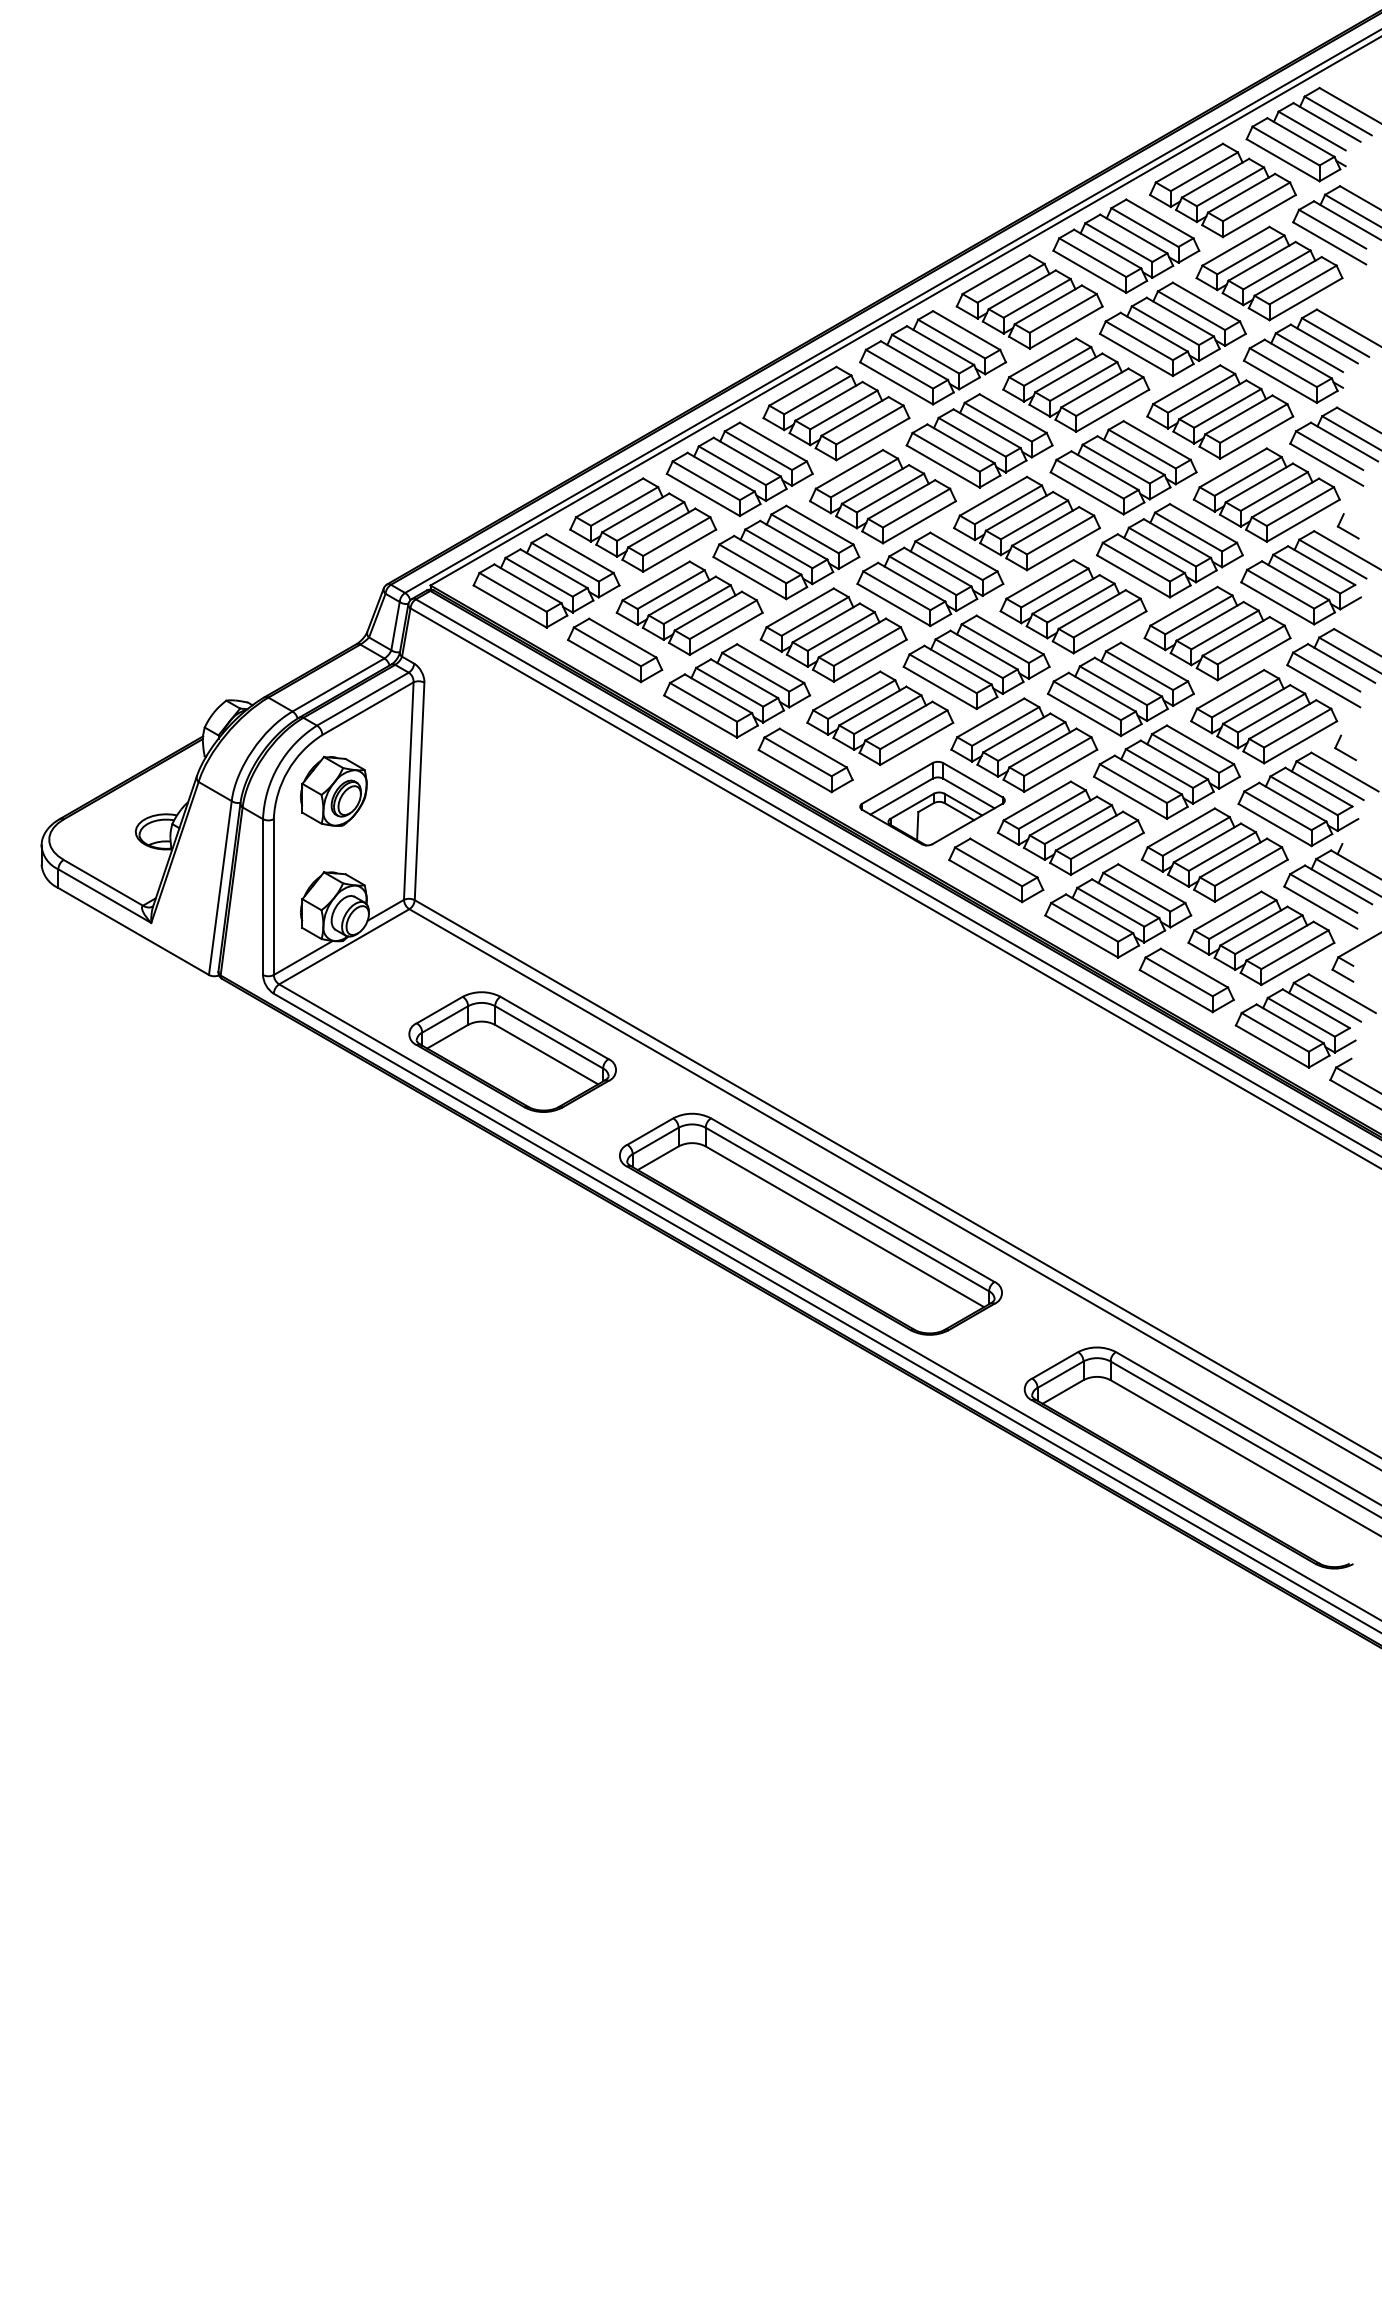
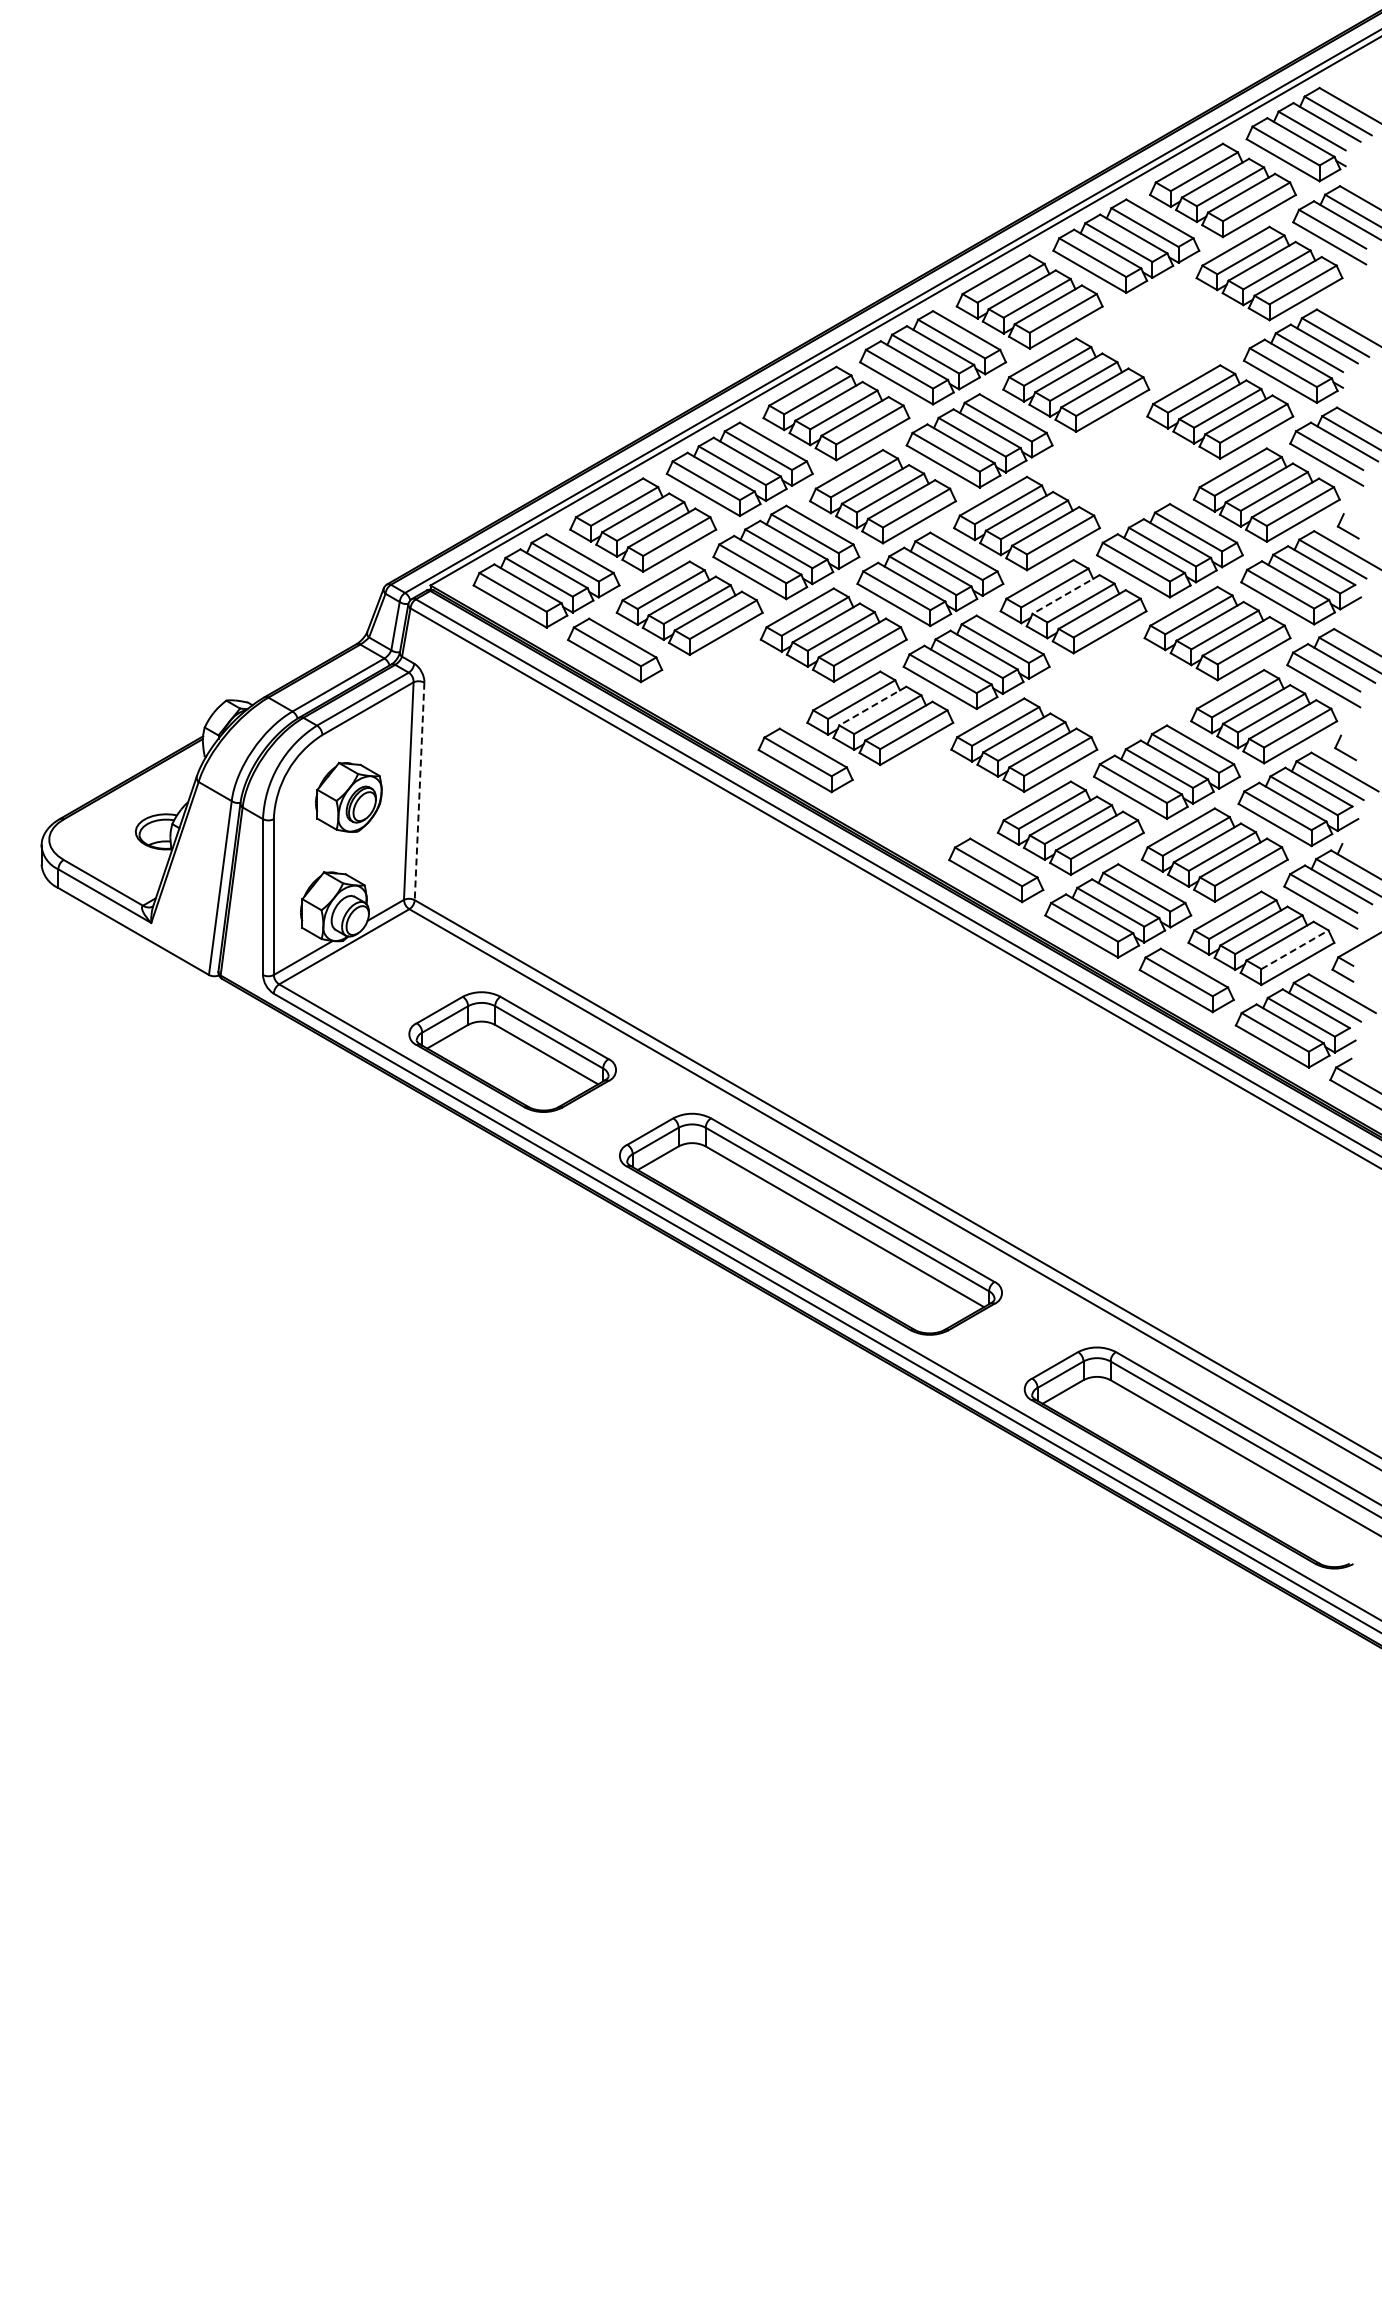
part at (1172, 329): present -> none
part at (1123, 467): present -> none
line at (1066, 594): solid -> dashed
part at (1120, 689): present -> none
part at (737, 690): present -> none
line at (872, 706): solid -> dashed
part at (333, 790) position: (333, 790) -> (348, 796)
line at (419, 791): solid -> dashed
part at (932, 803): present -> none
line at (1294, 949): solid -> dashed
